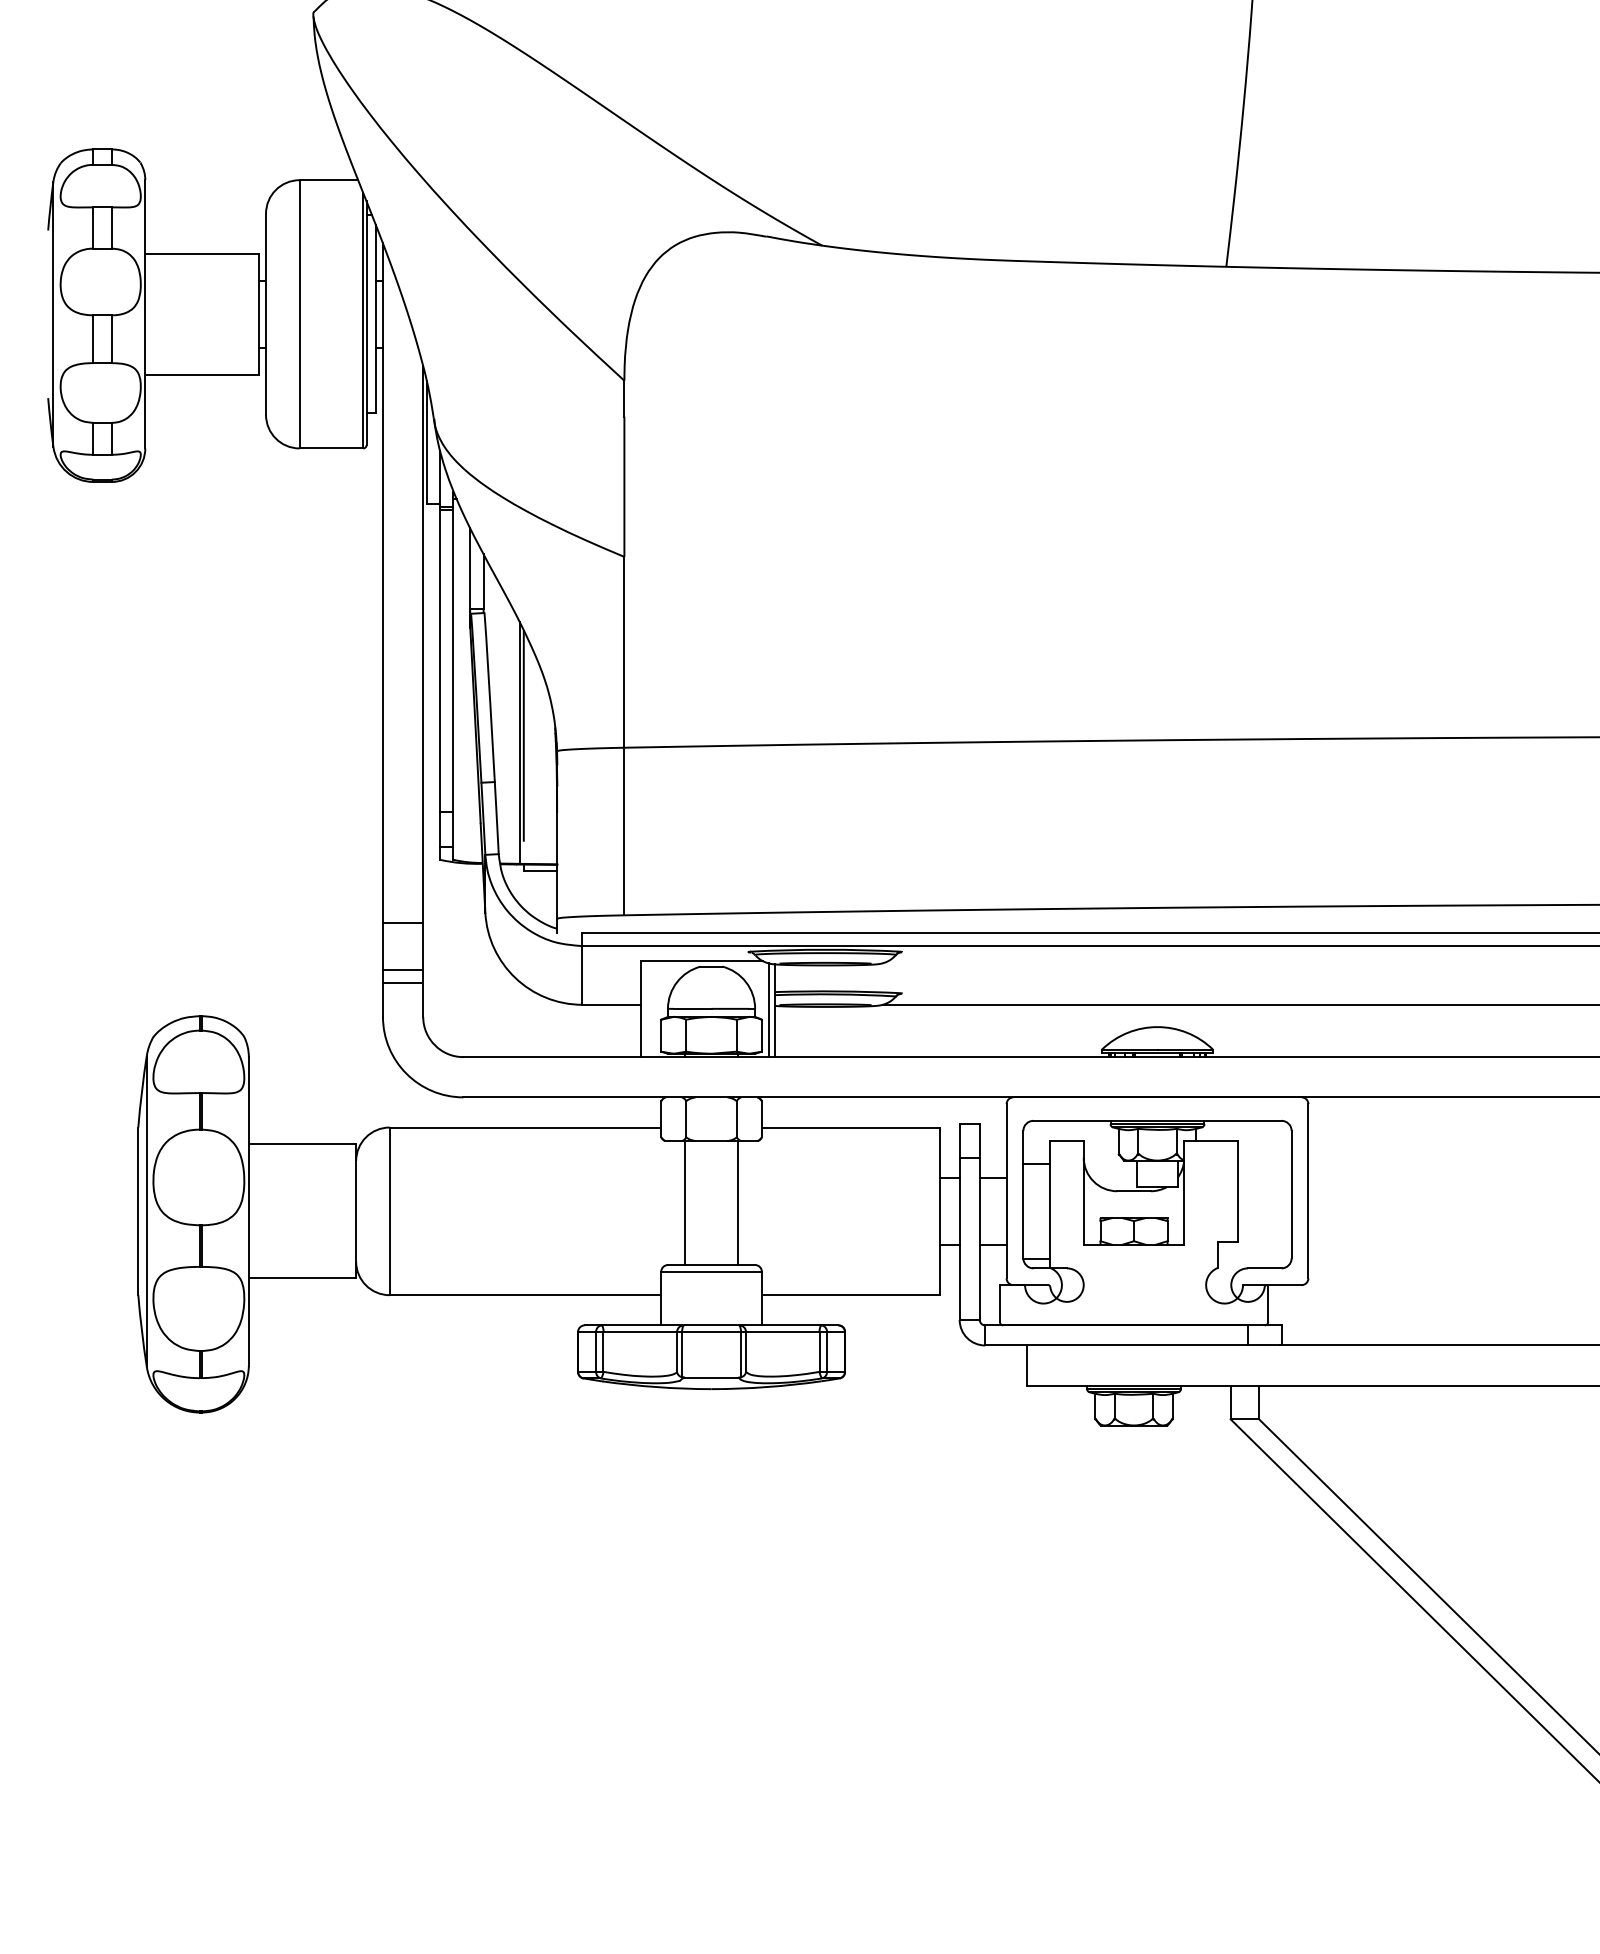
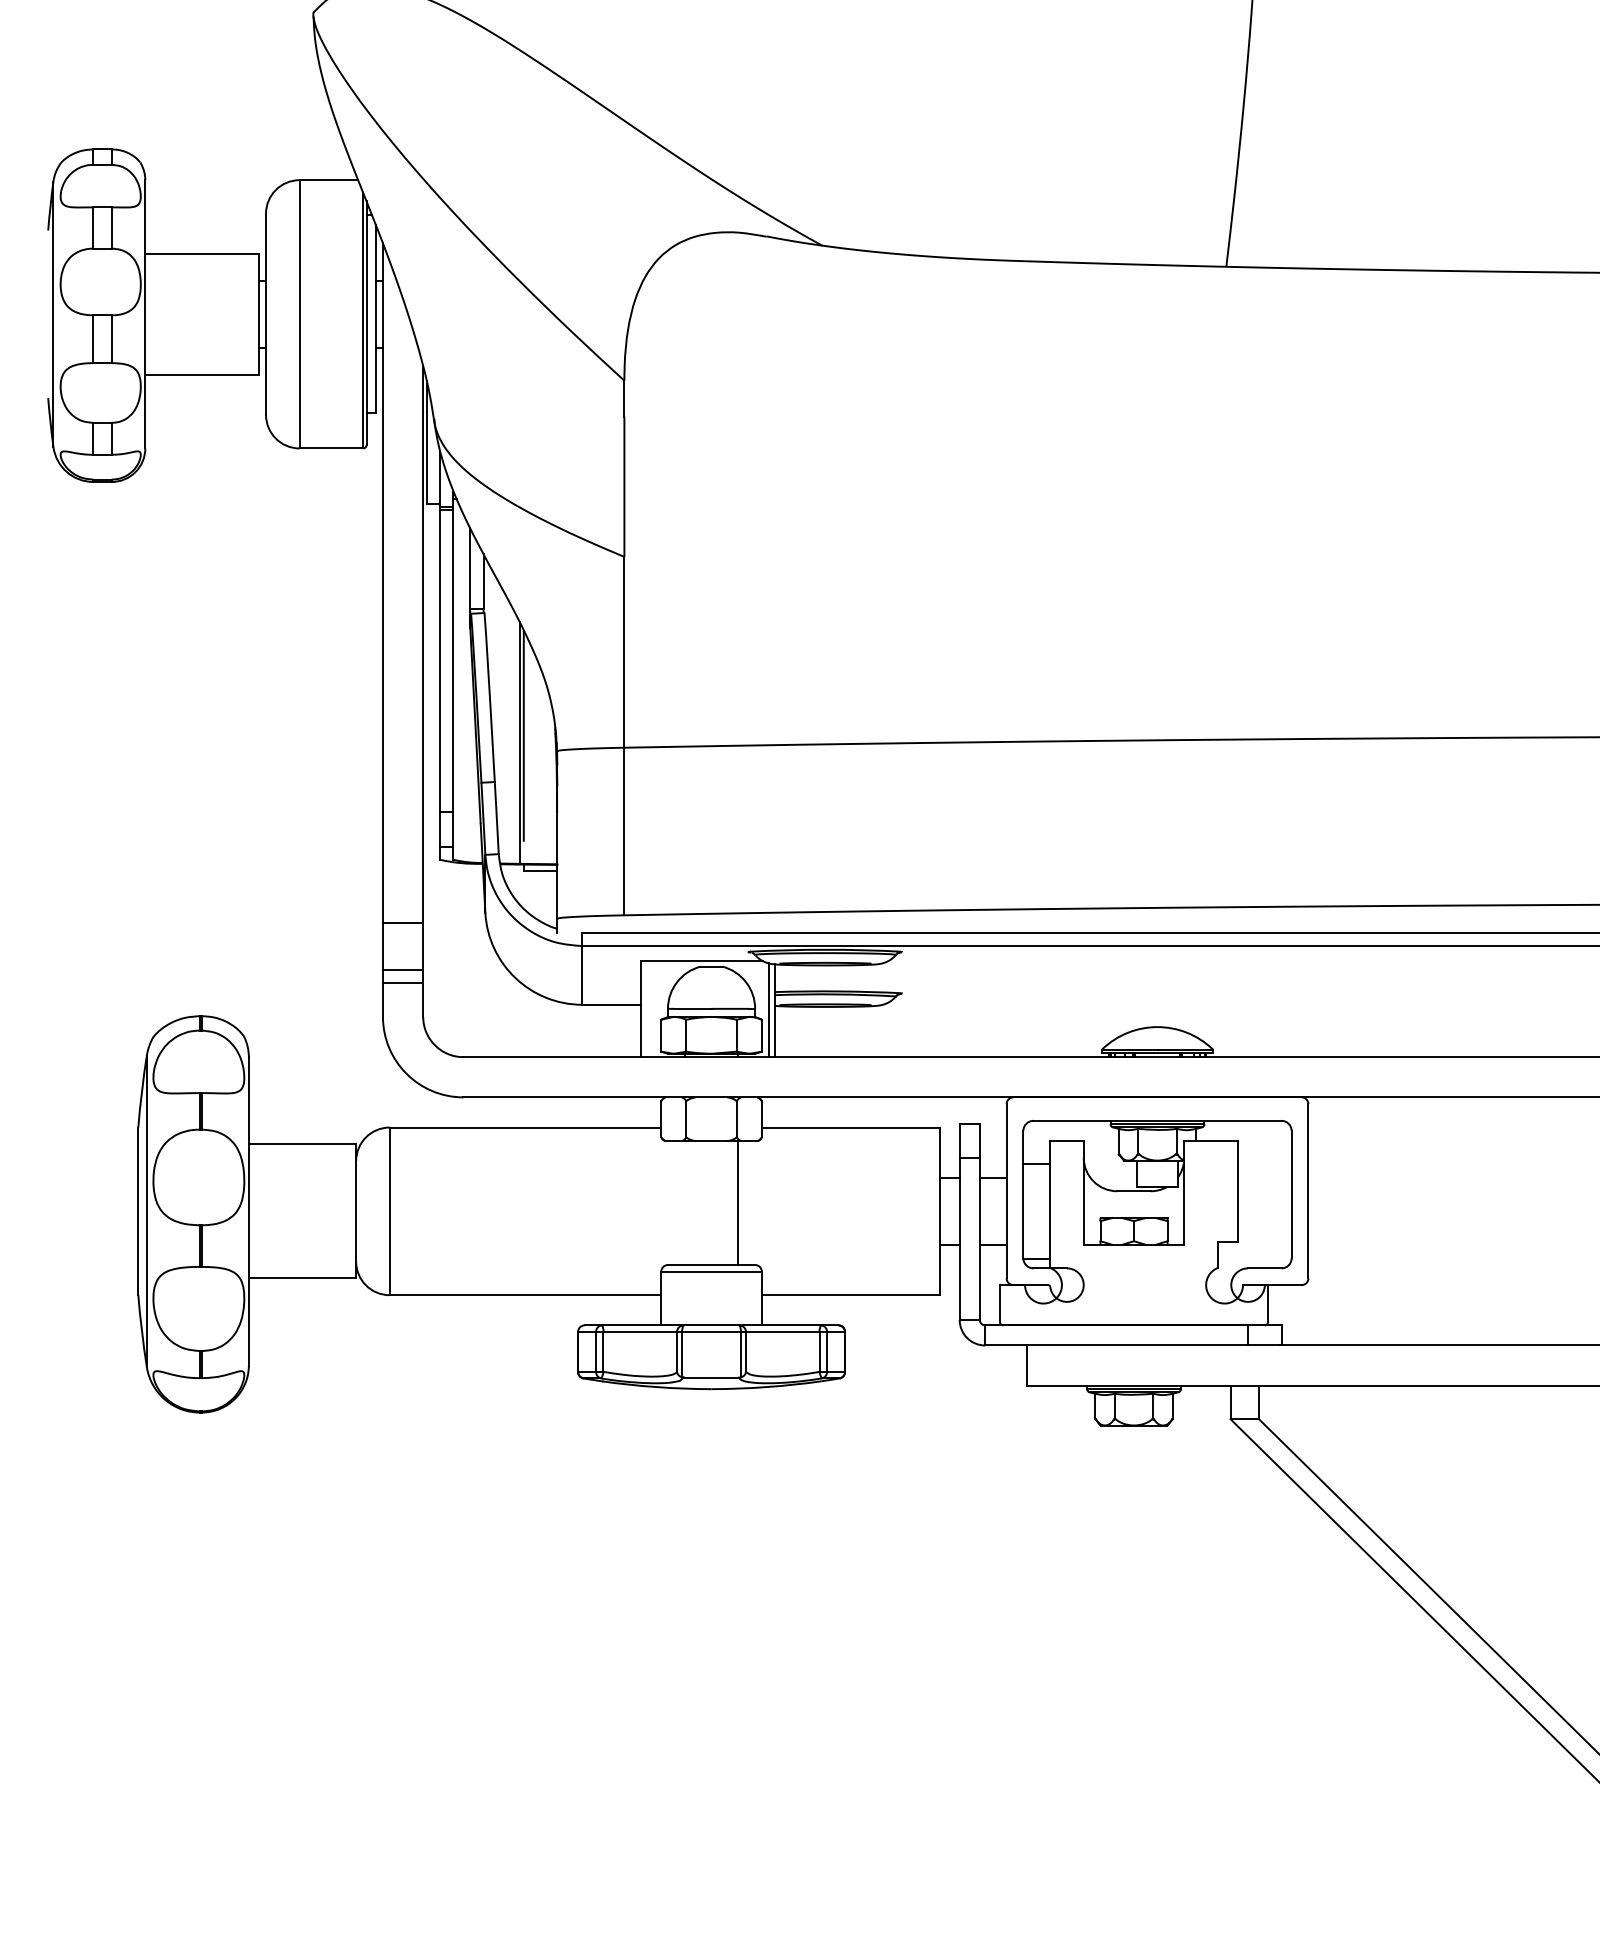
line at (1239, 1004): present -> none
line at (684, 1202): present -> none
